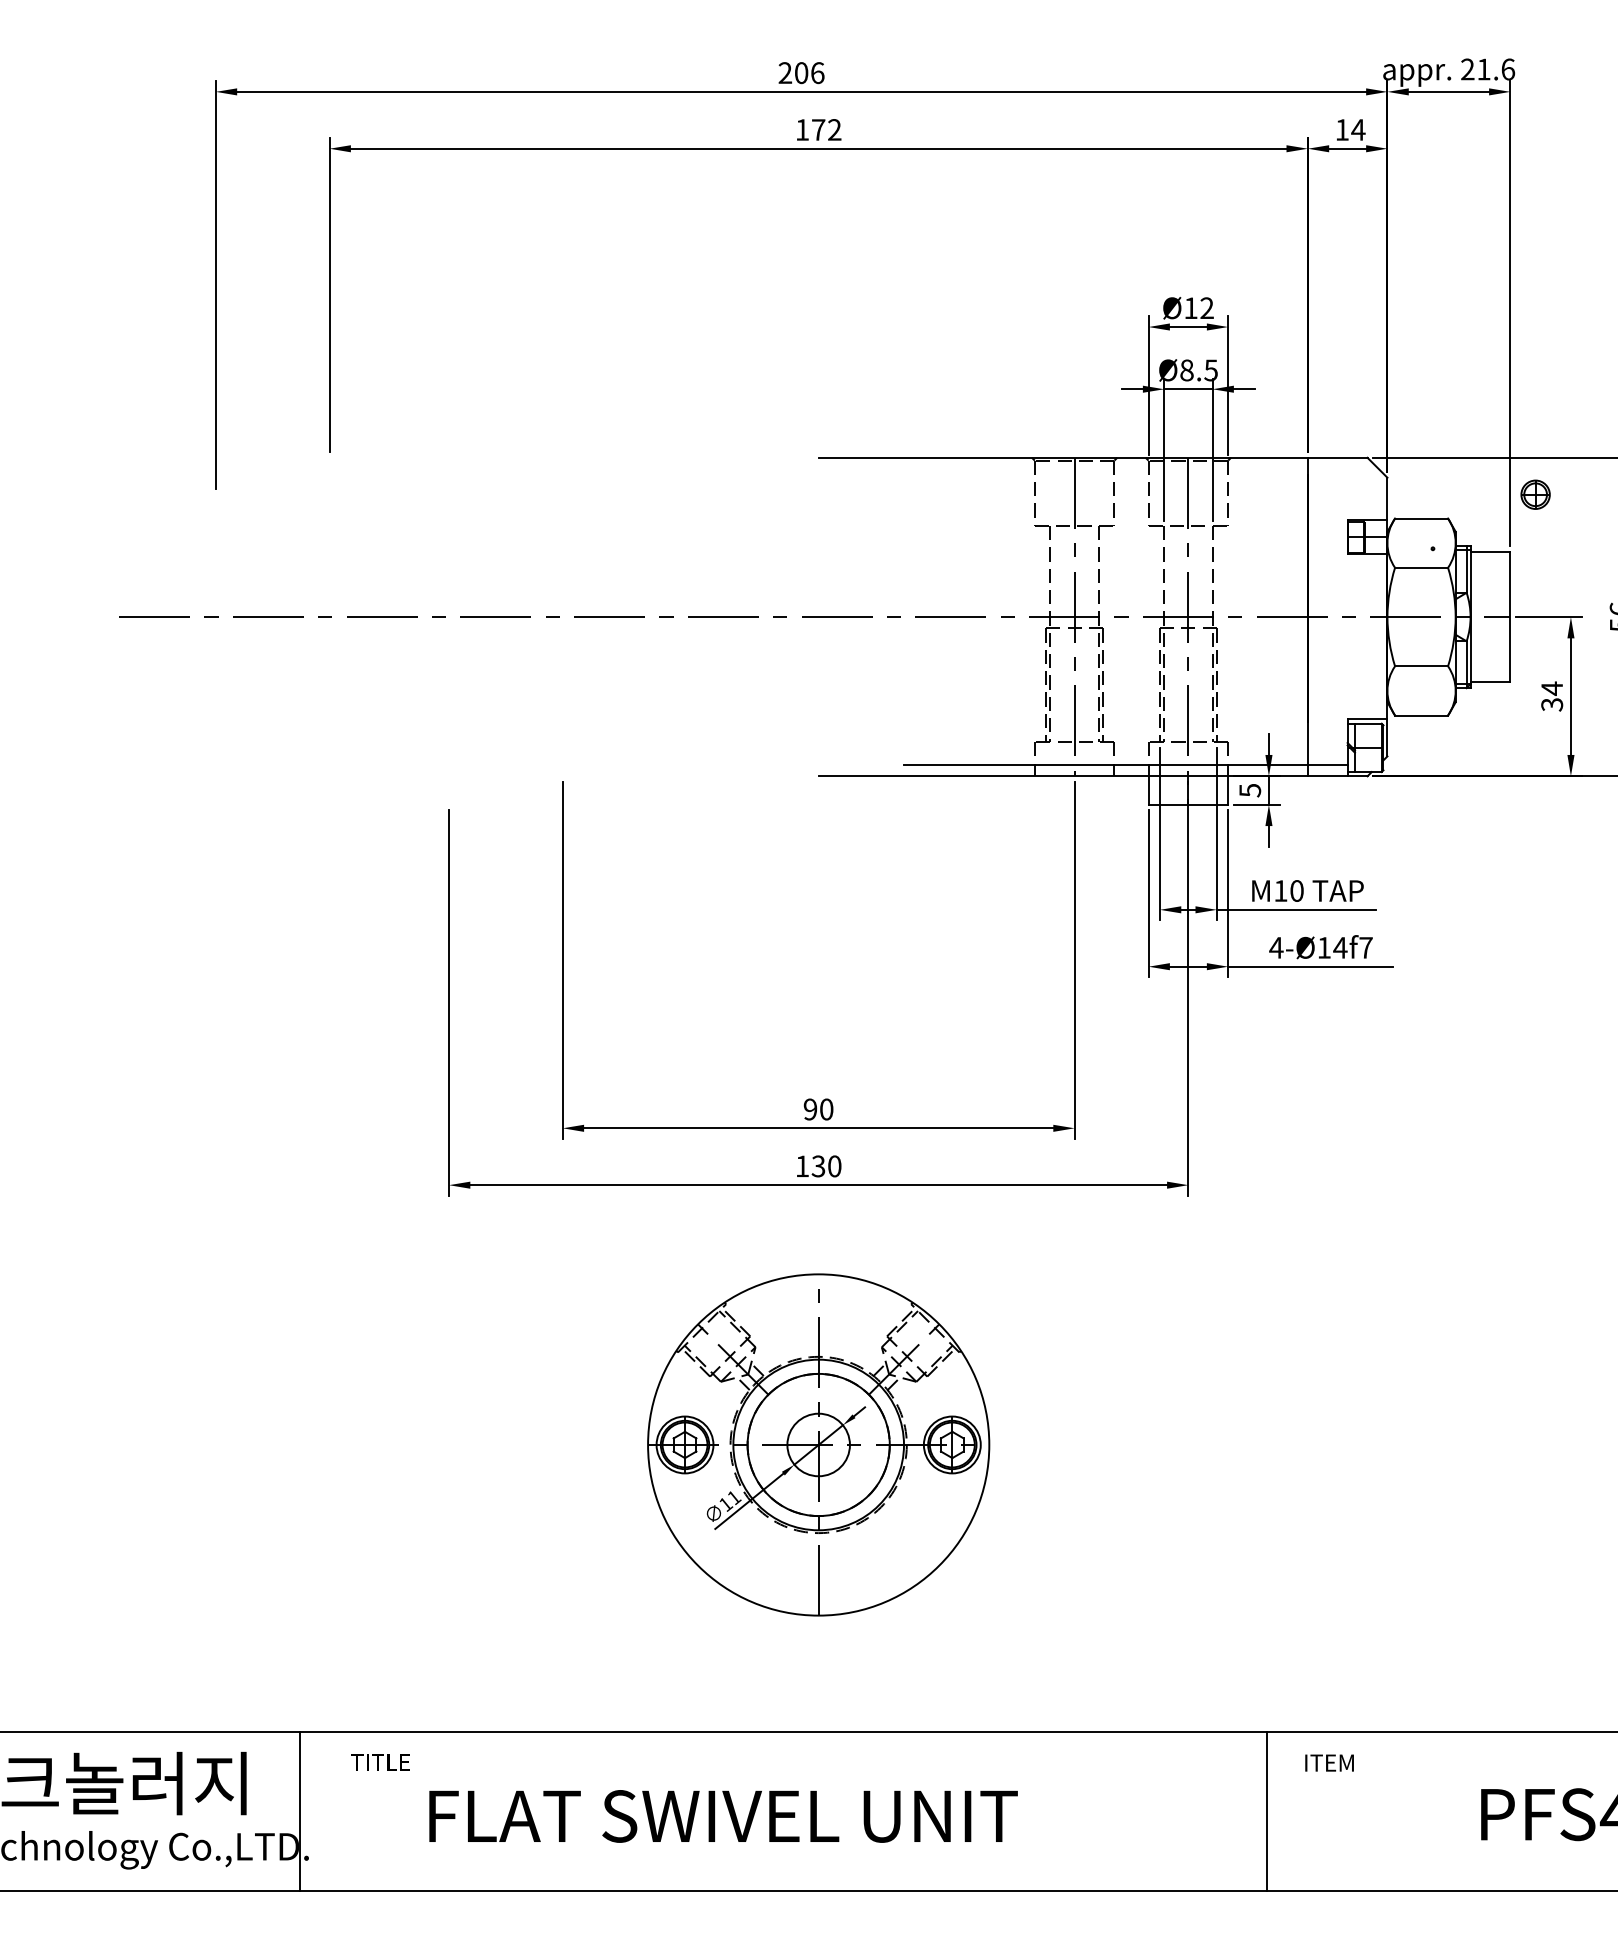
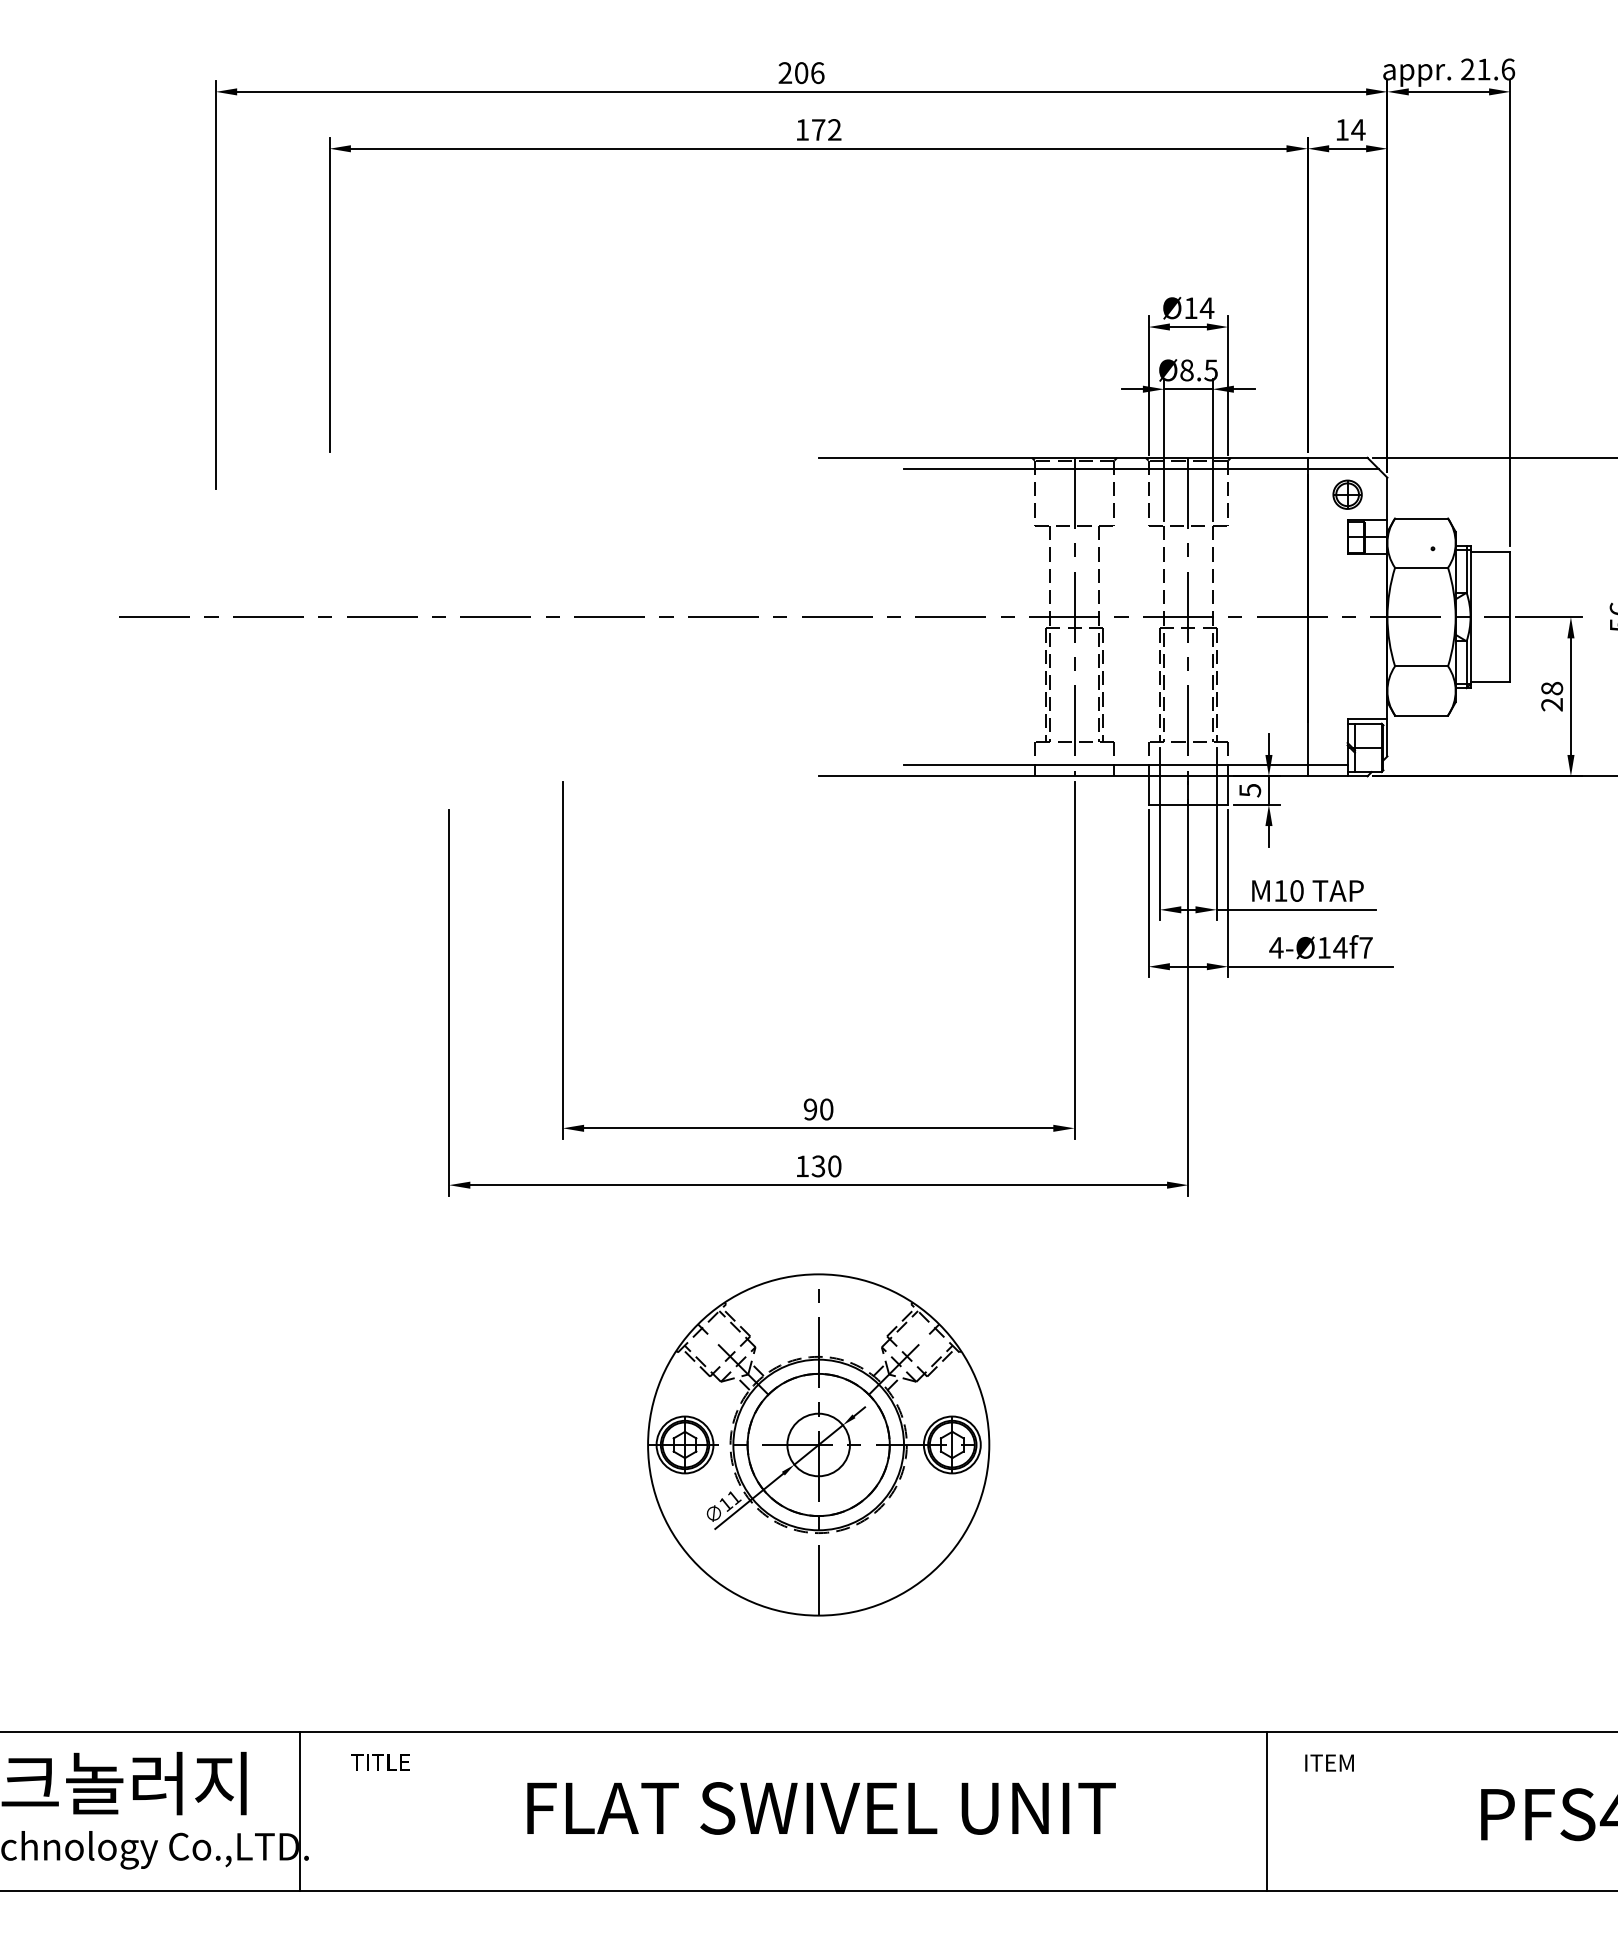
text at (1206, 307): Ø12 -> Ø14
line at (1141, 469): none -> present
part at (1535, 494) position: (1535, 494) -> (1347, 494)
text at (1552, 696): 34 -> 28
text at (723, 1816) position: (723, 1816) -> (821, 1808)
